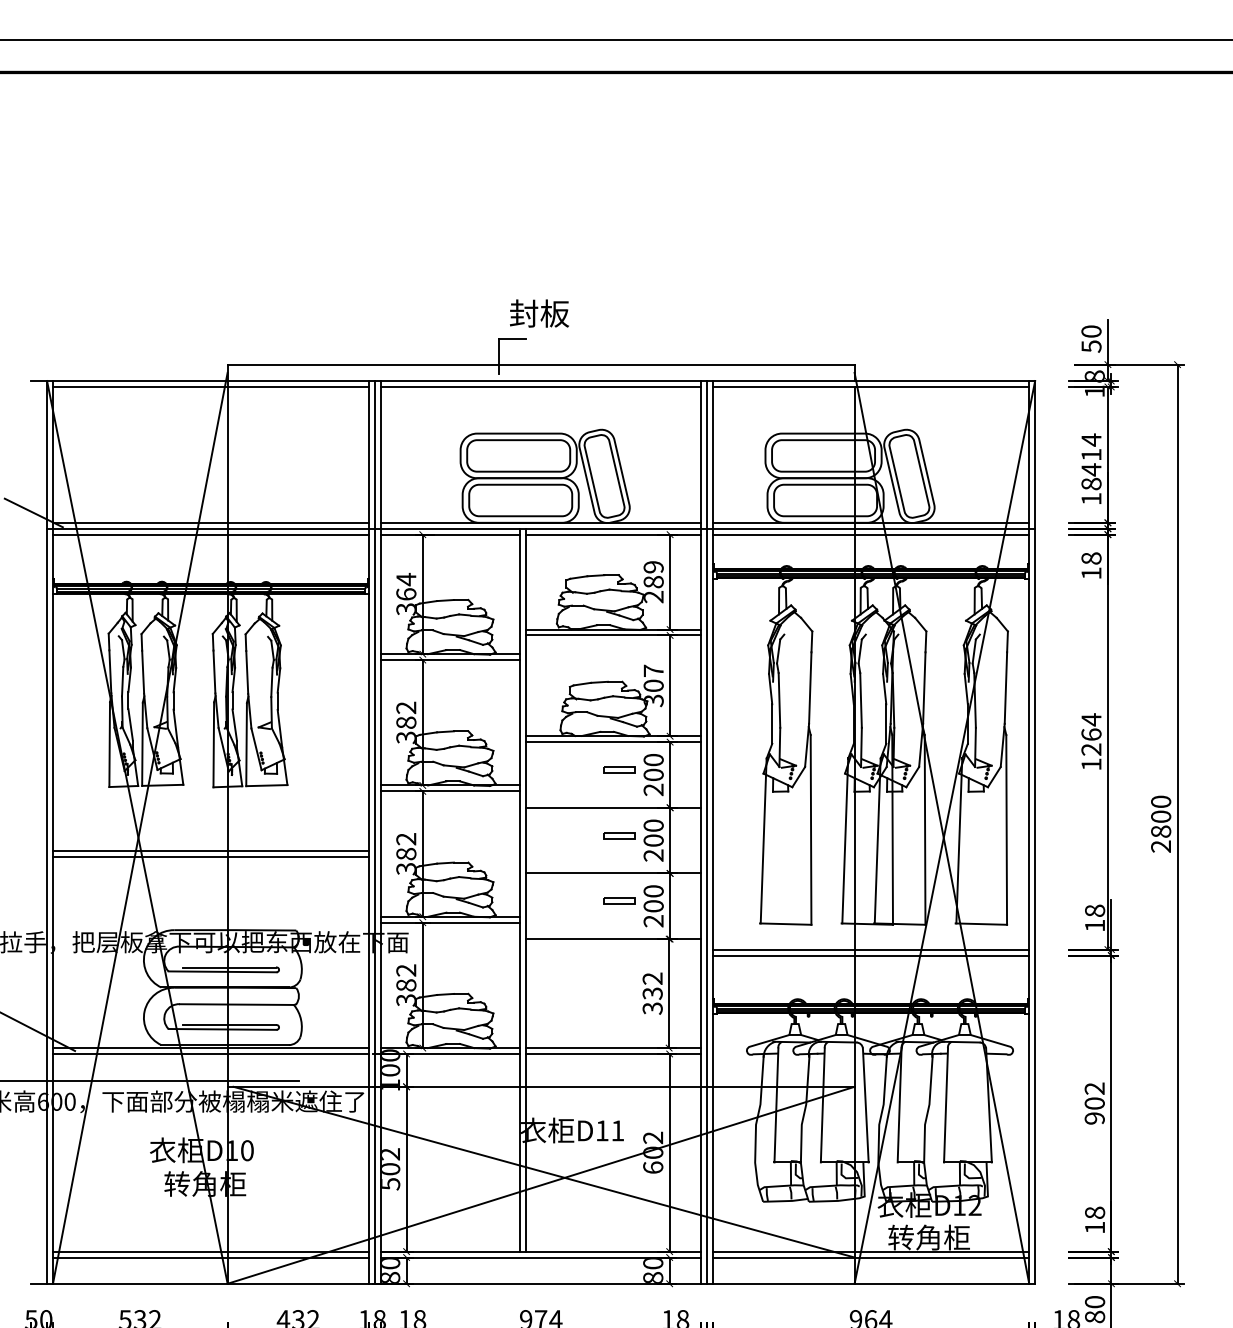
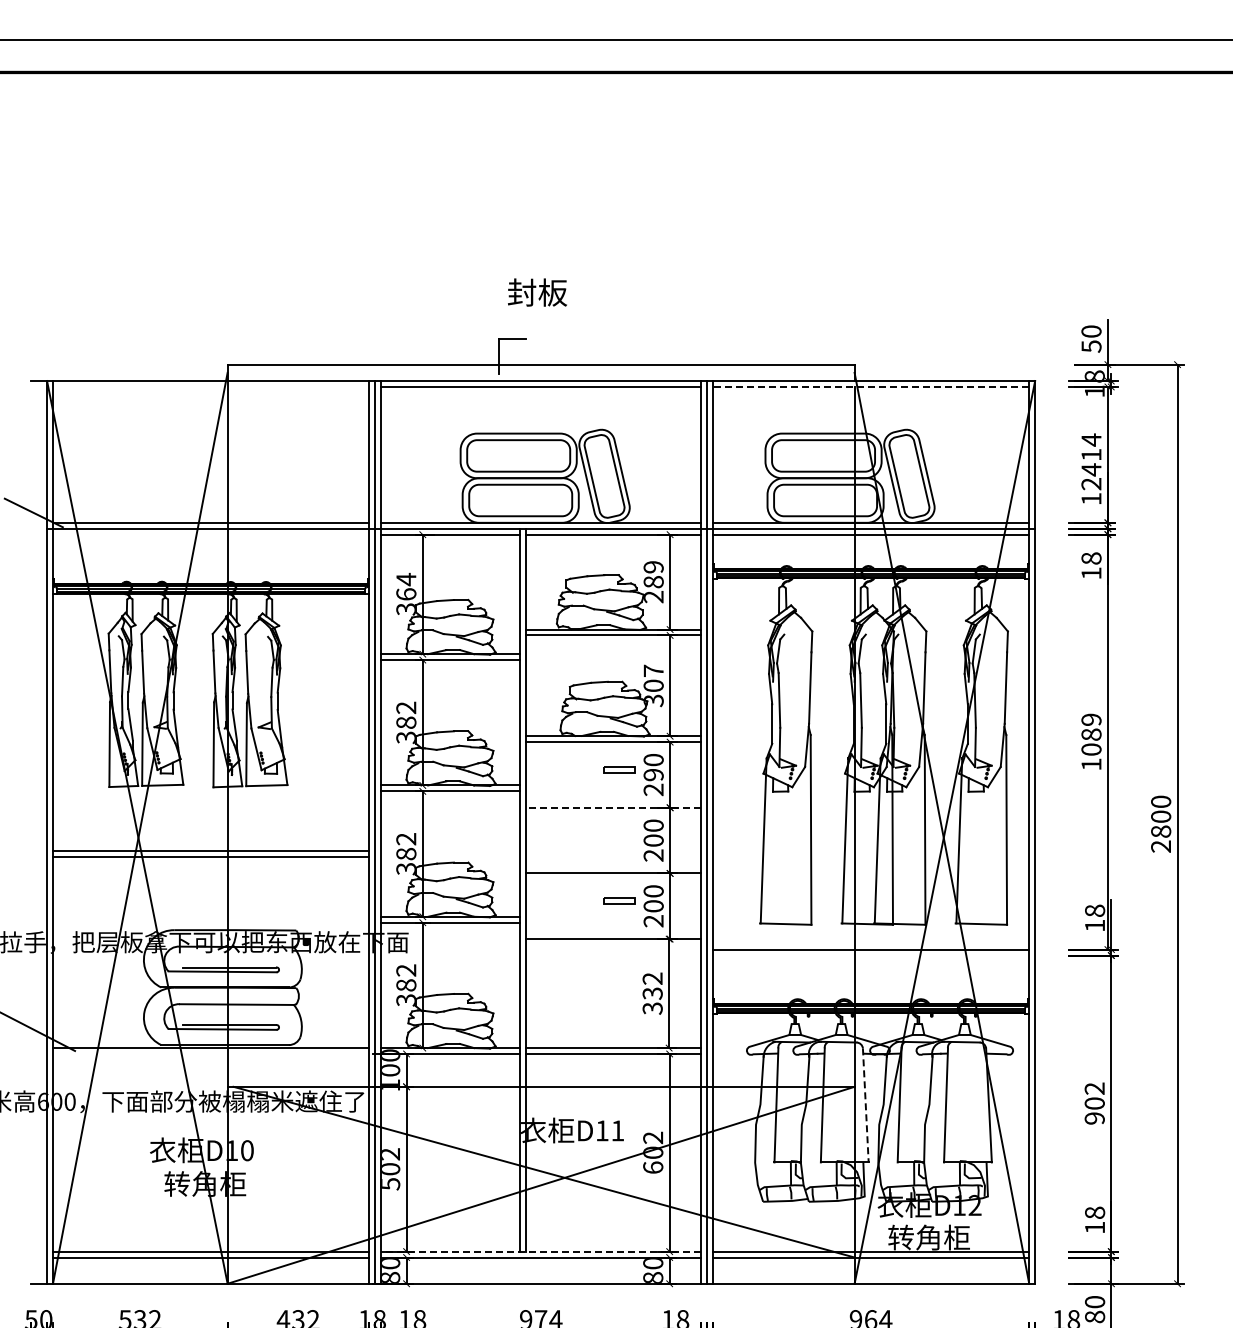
text at (539, 313) position: (539, 313) -> (537, 292)
line at (210, 386): present -> none
line at (870, 386): solid -> dashed
text at (1091, 483): 18 -> 12
line at (210, 534): present -> none
text at (1091, 734): 1264 -> 1089
text at (653, 774): 200 -> 290
line at (613, 807): solid -> dashed
part at (619, 835): present -> none
line at (870, 955): present -> none
line at (210, 1053): present -> none
line at (150, 1081): present -> none
line at (865, 1105): solid -> dashed
line at (541, 1251): solid -> dashed
